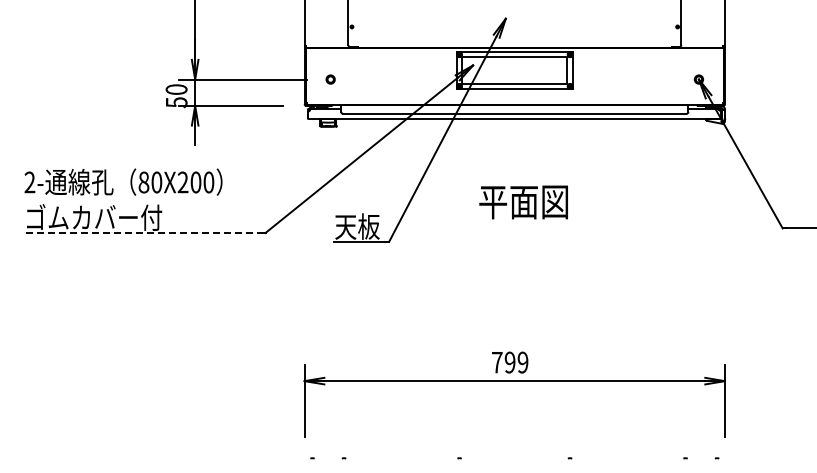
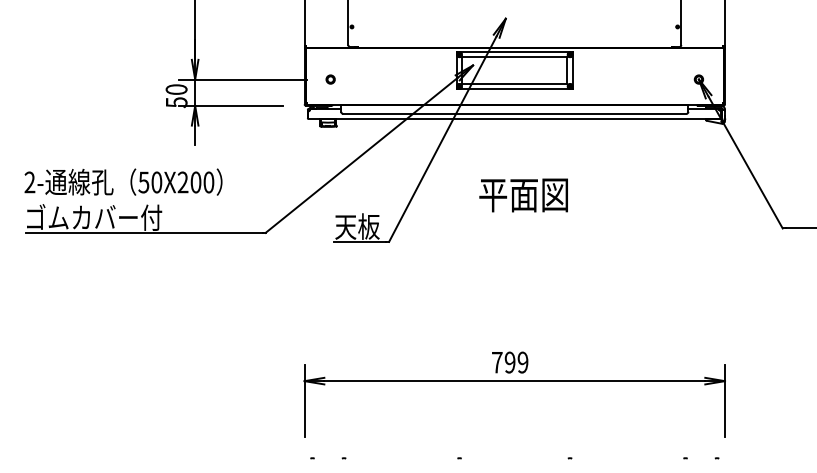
text at (143, 182): 80X200 -> 50X200
text at (523, 202) position: (523, 202) -> (523, 195)
line at (144, 232): dashed -> solid
